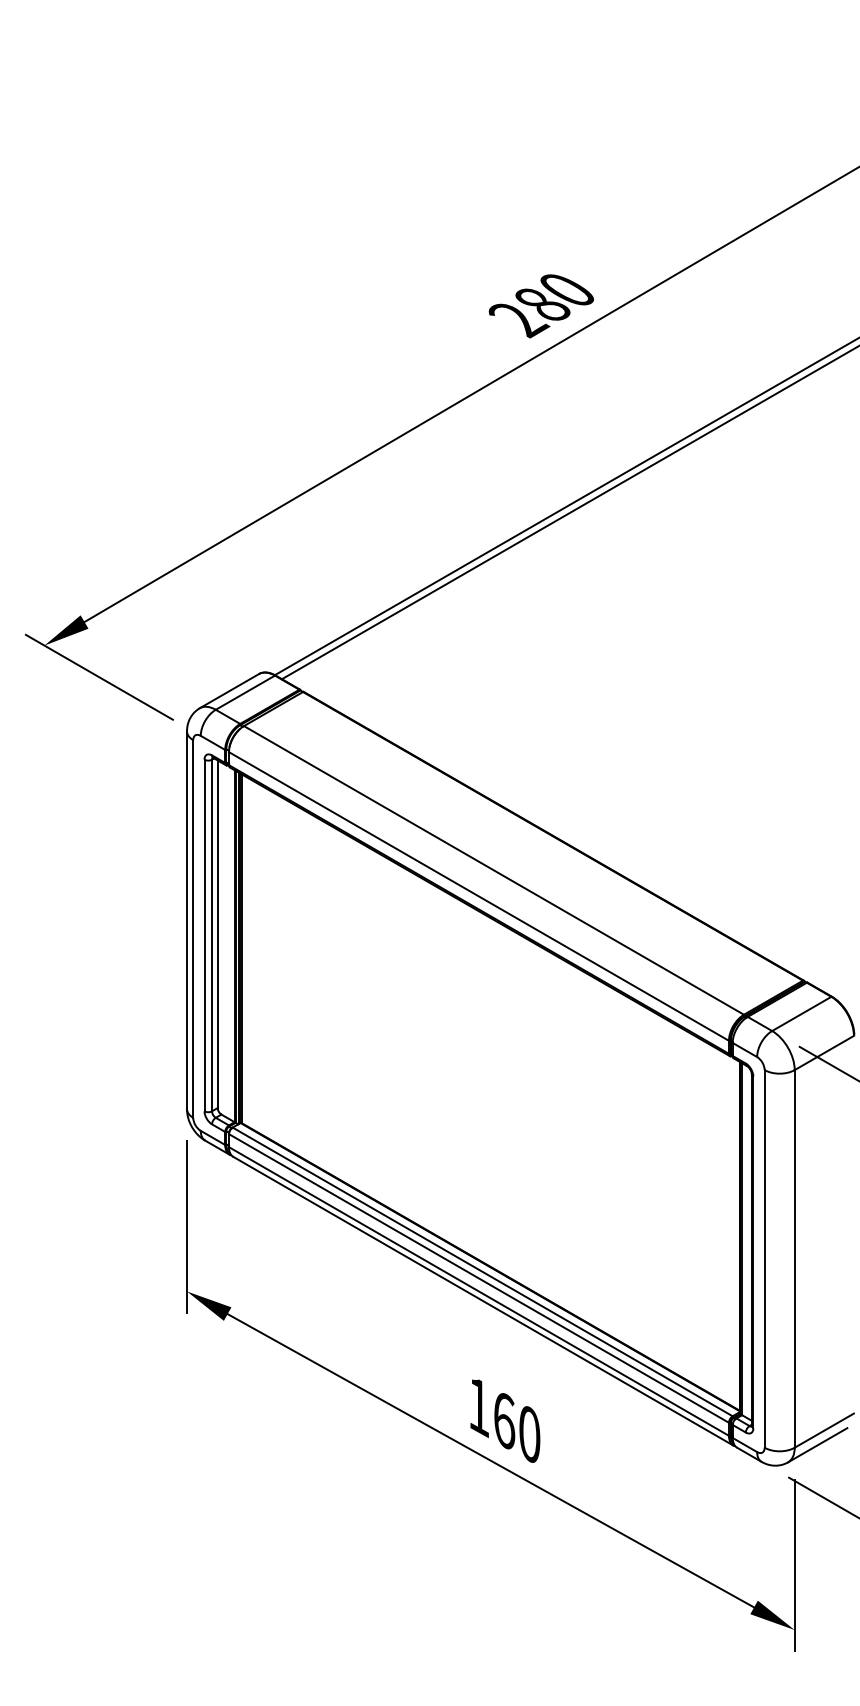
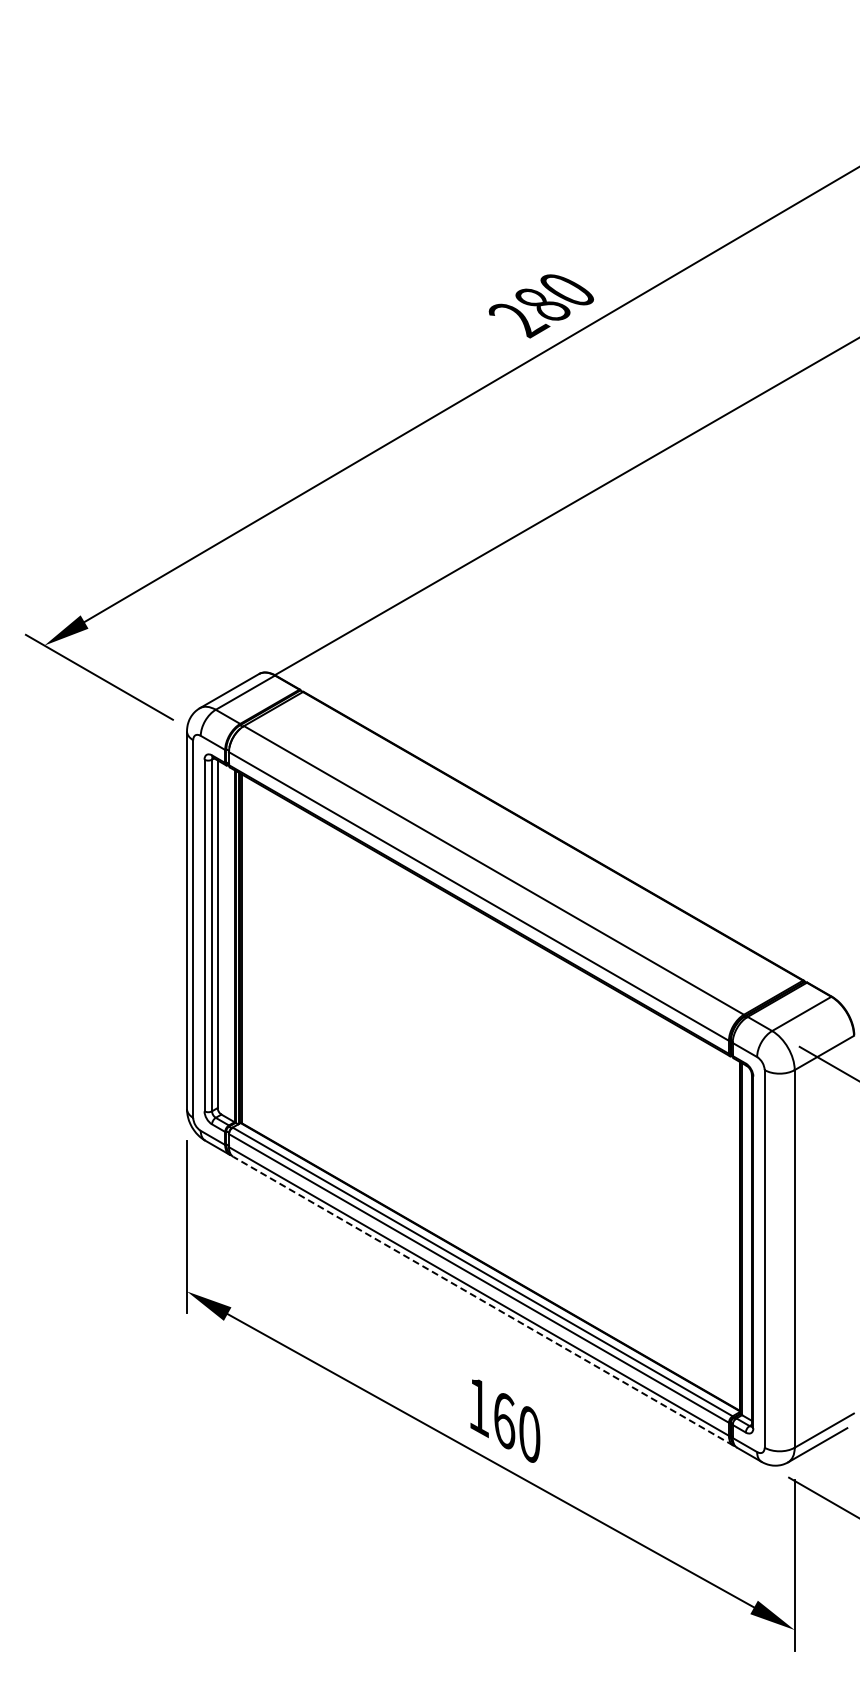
line at (568, 513): present -> none
line at (483, 1301): solid -> dashed
